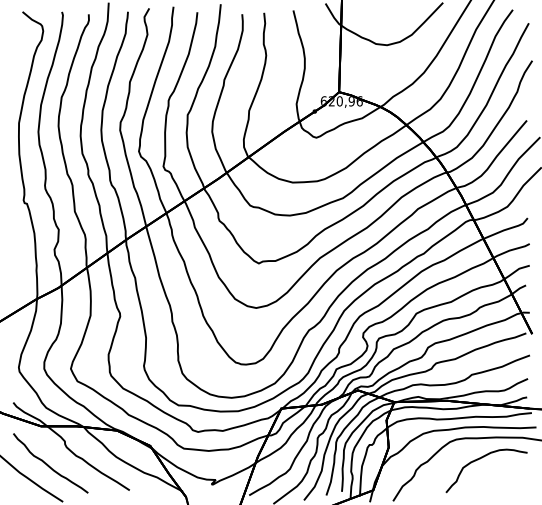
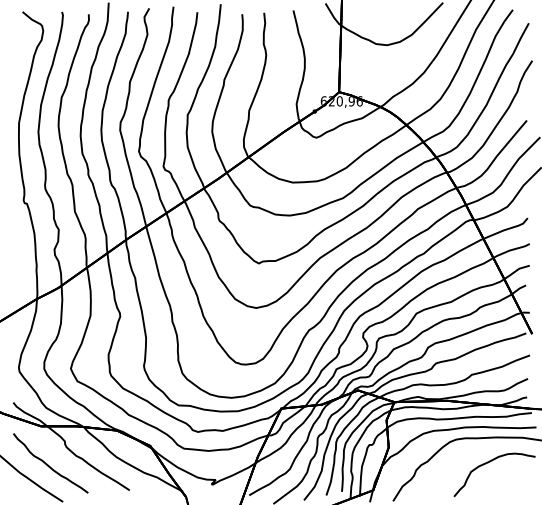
curve at (480, 459) position: (480, 459) -> (488, 463)
